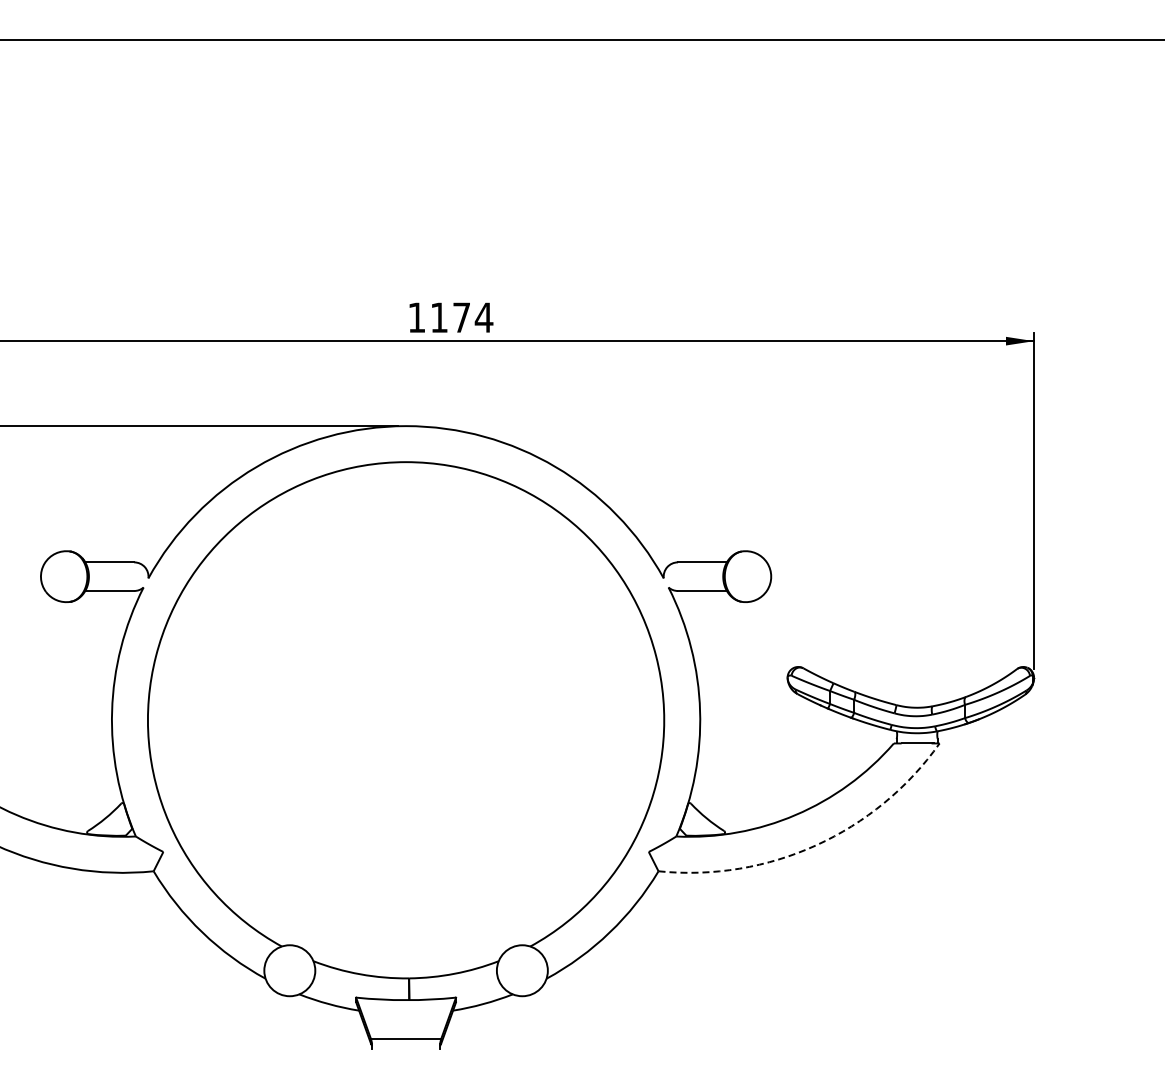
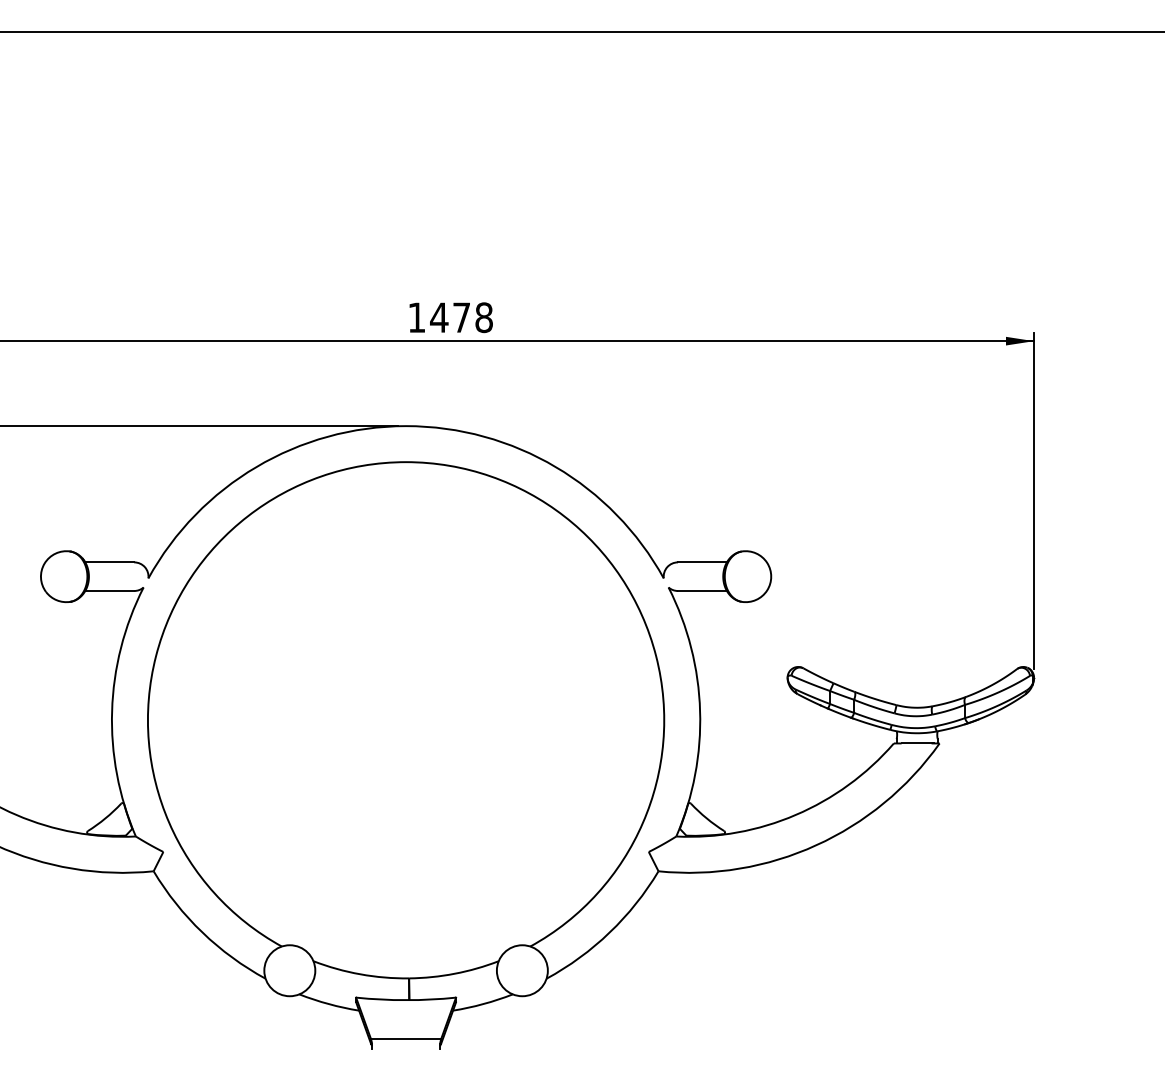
line at (581, 40) position: (581, 40) -> (581, 32)
text at (461, 317): 1174 -> 1478
arc at (816, 845): dashed -> solid
